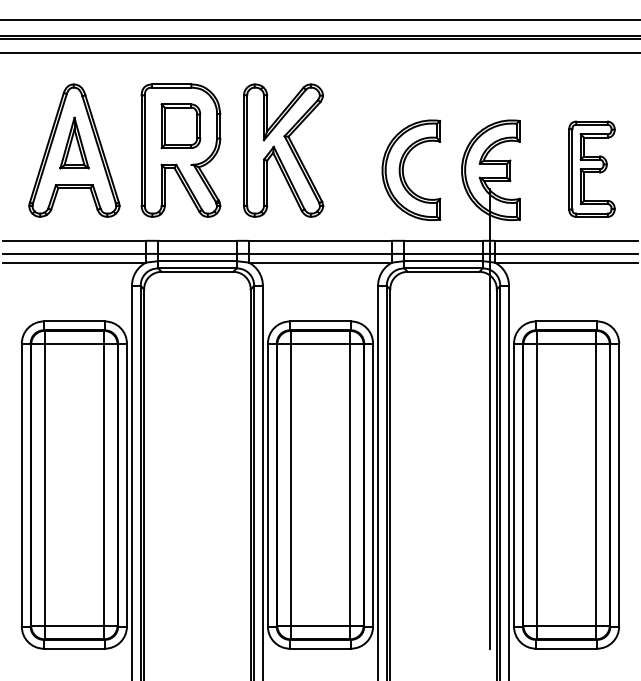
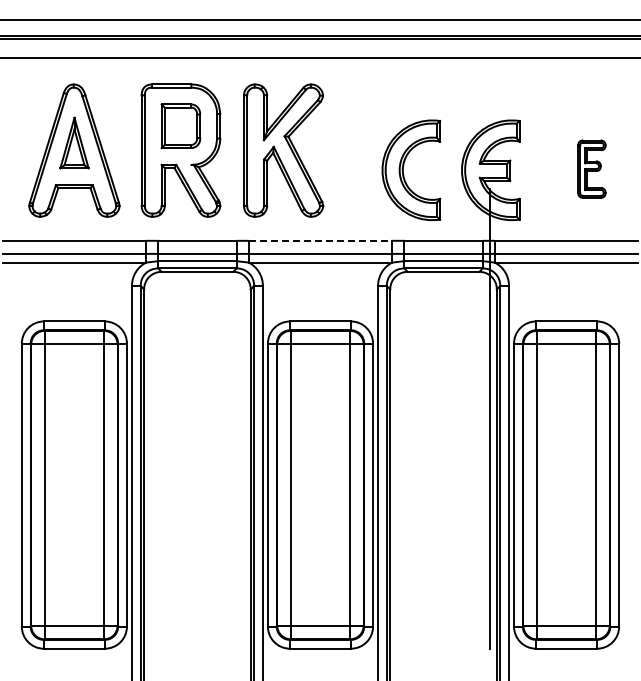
line at (319, 52) position: (319, 52) -> (319, 57)
part at (591, 168) size: 48x98 px -> 30x60 px
line at (320, 240): solid -> dashed
